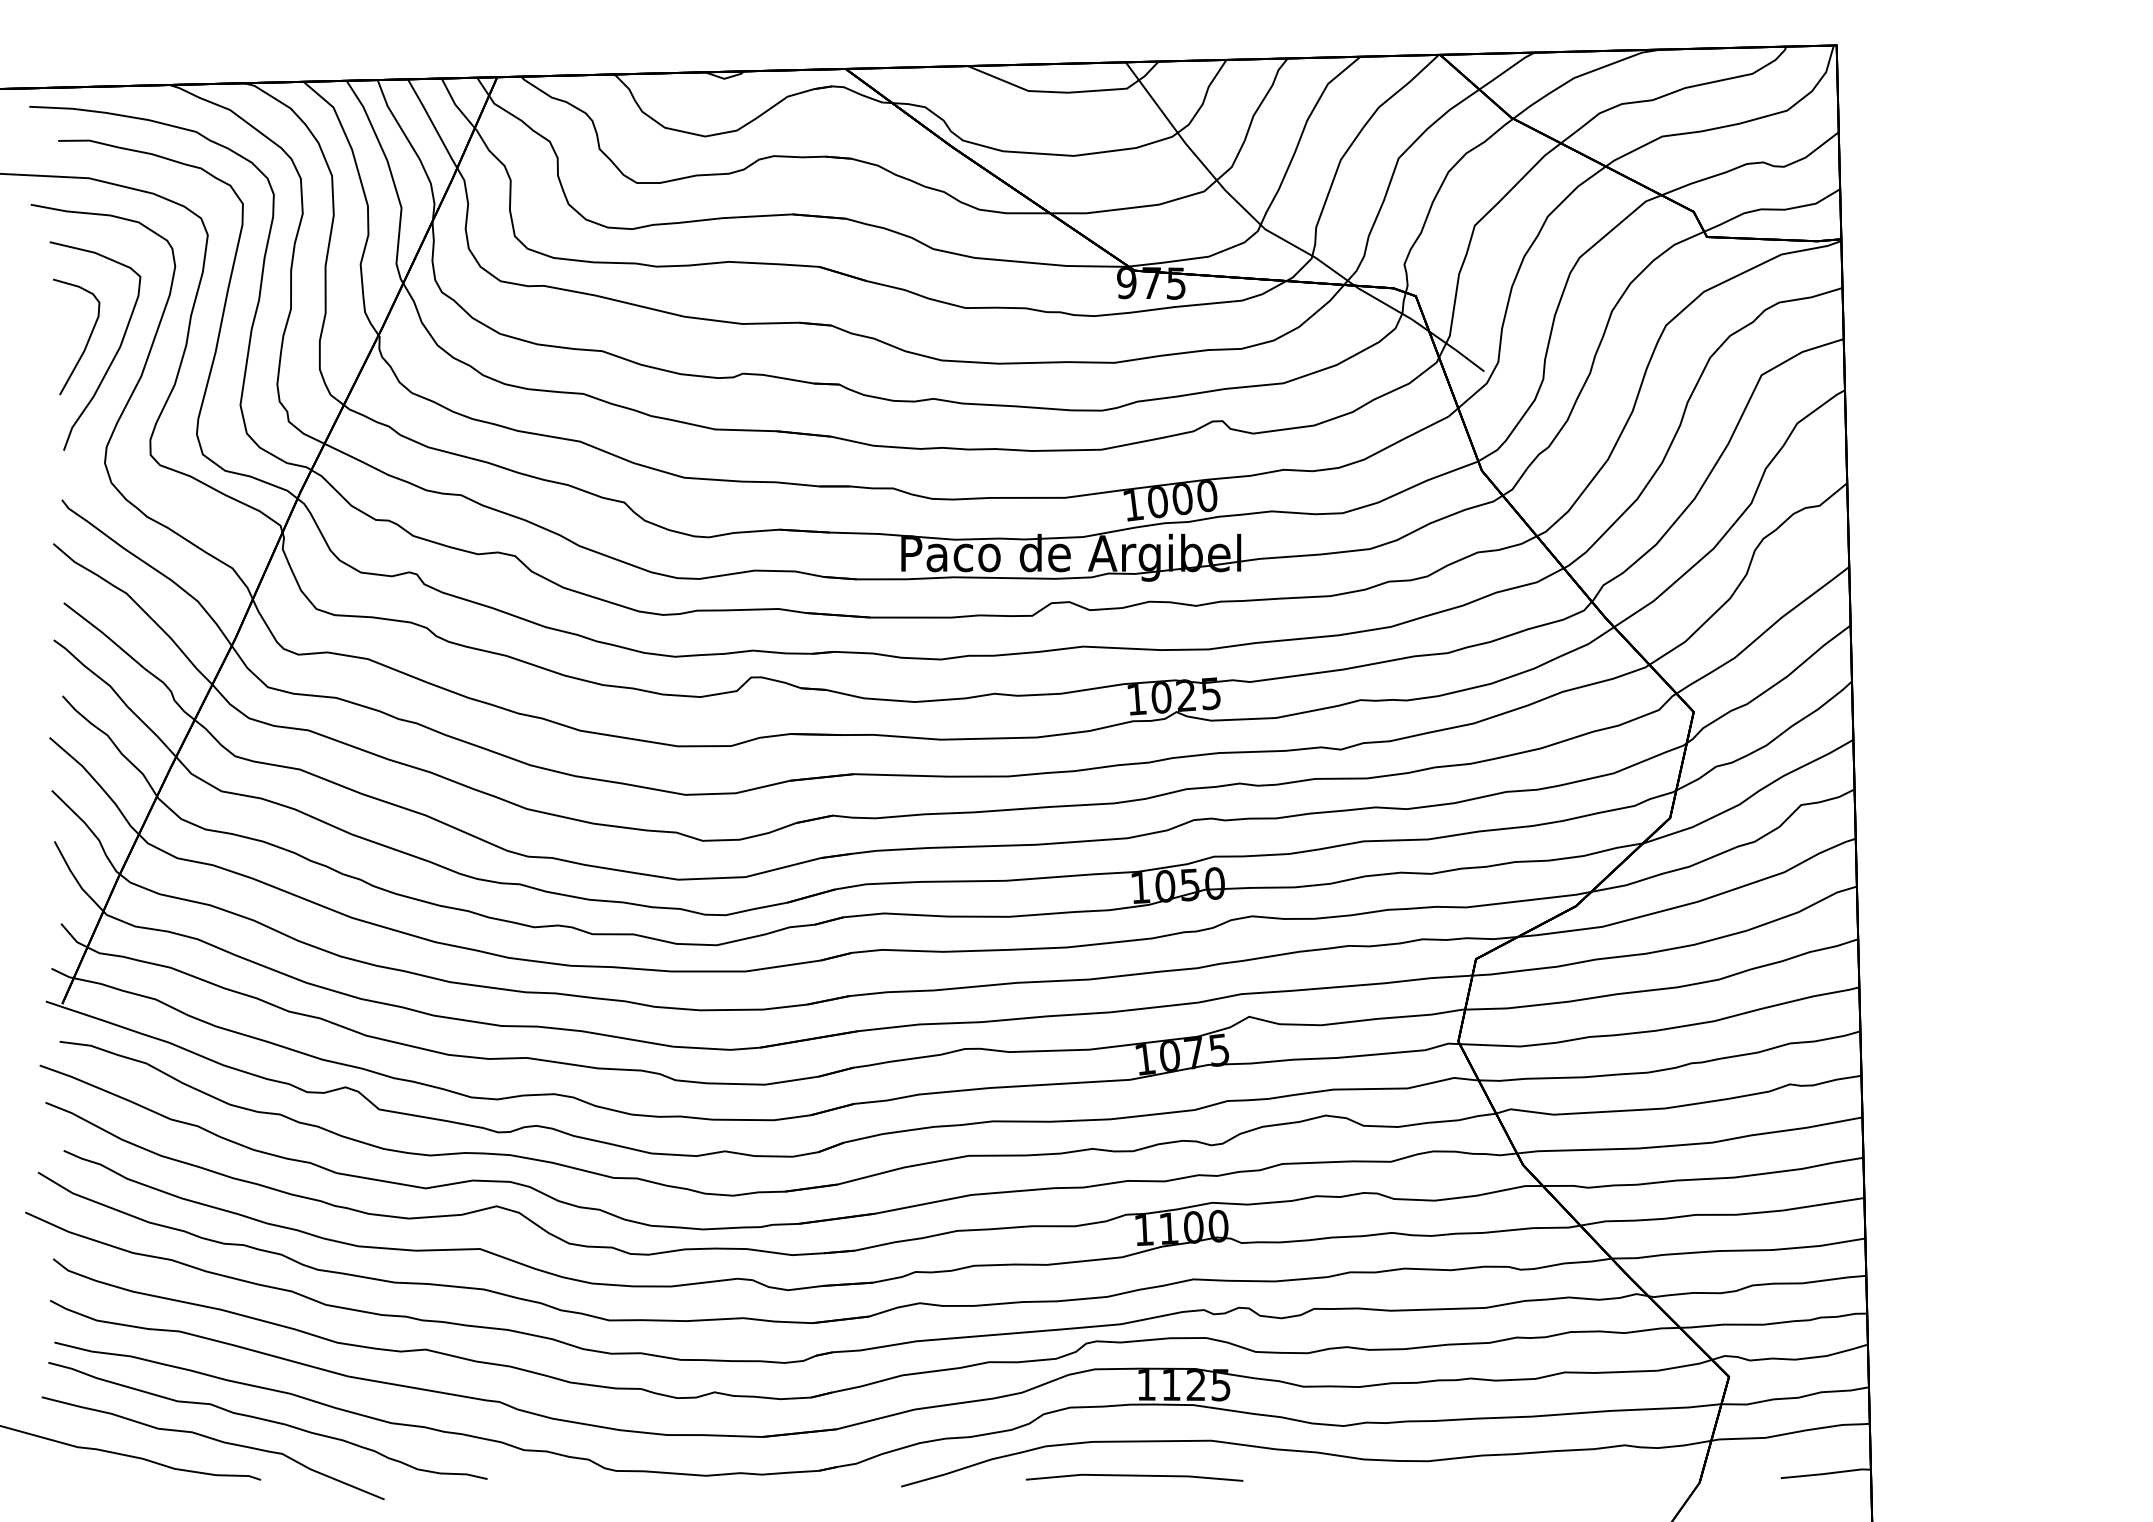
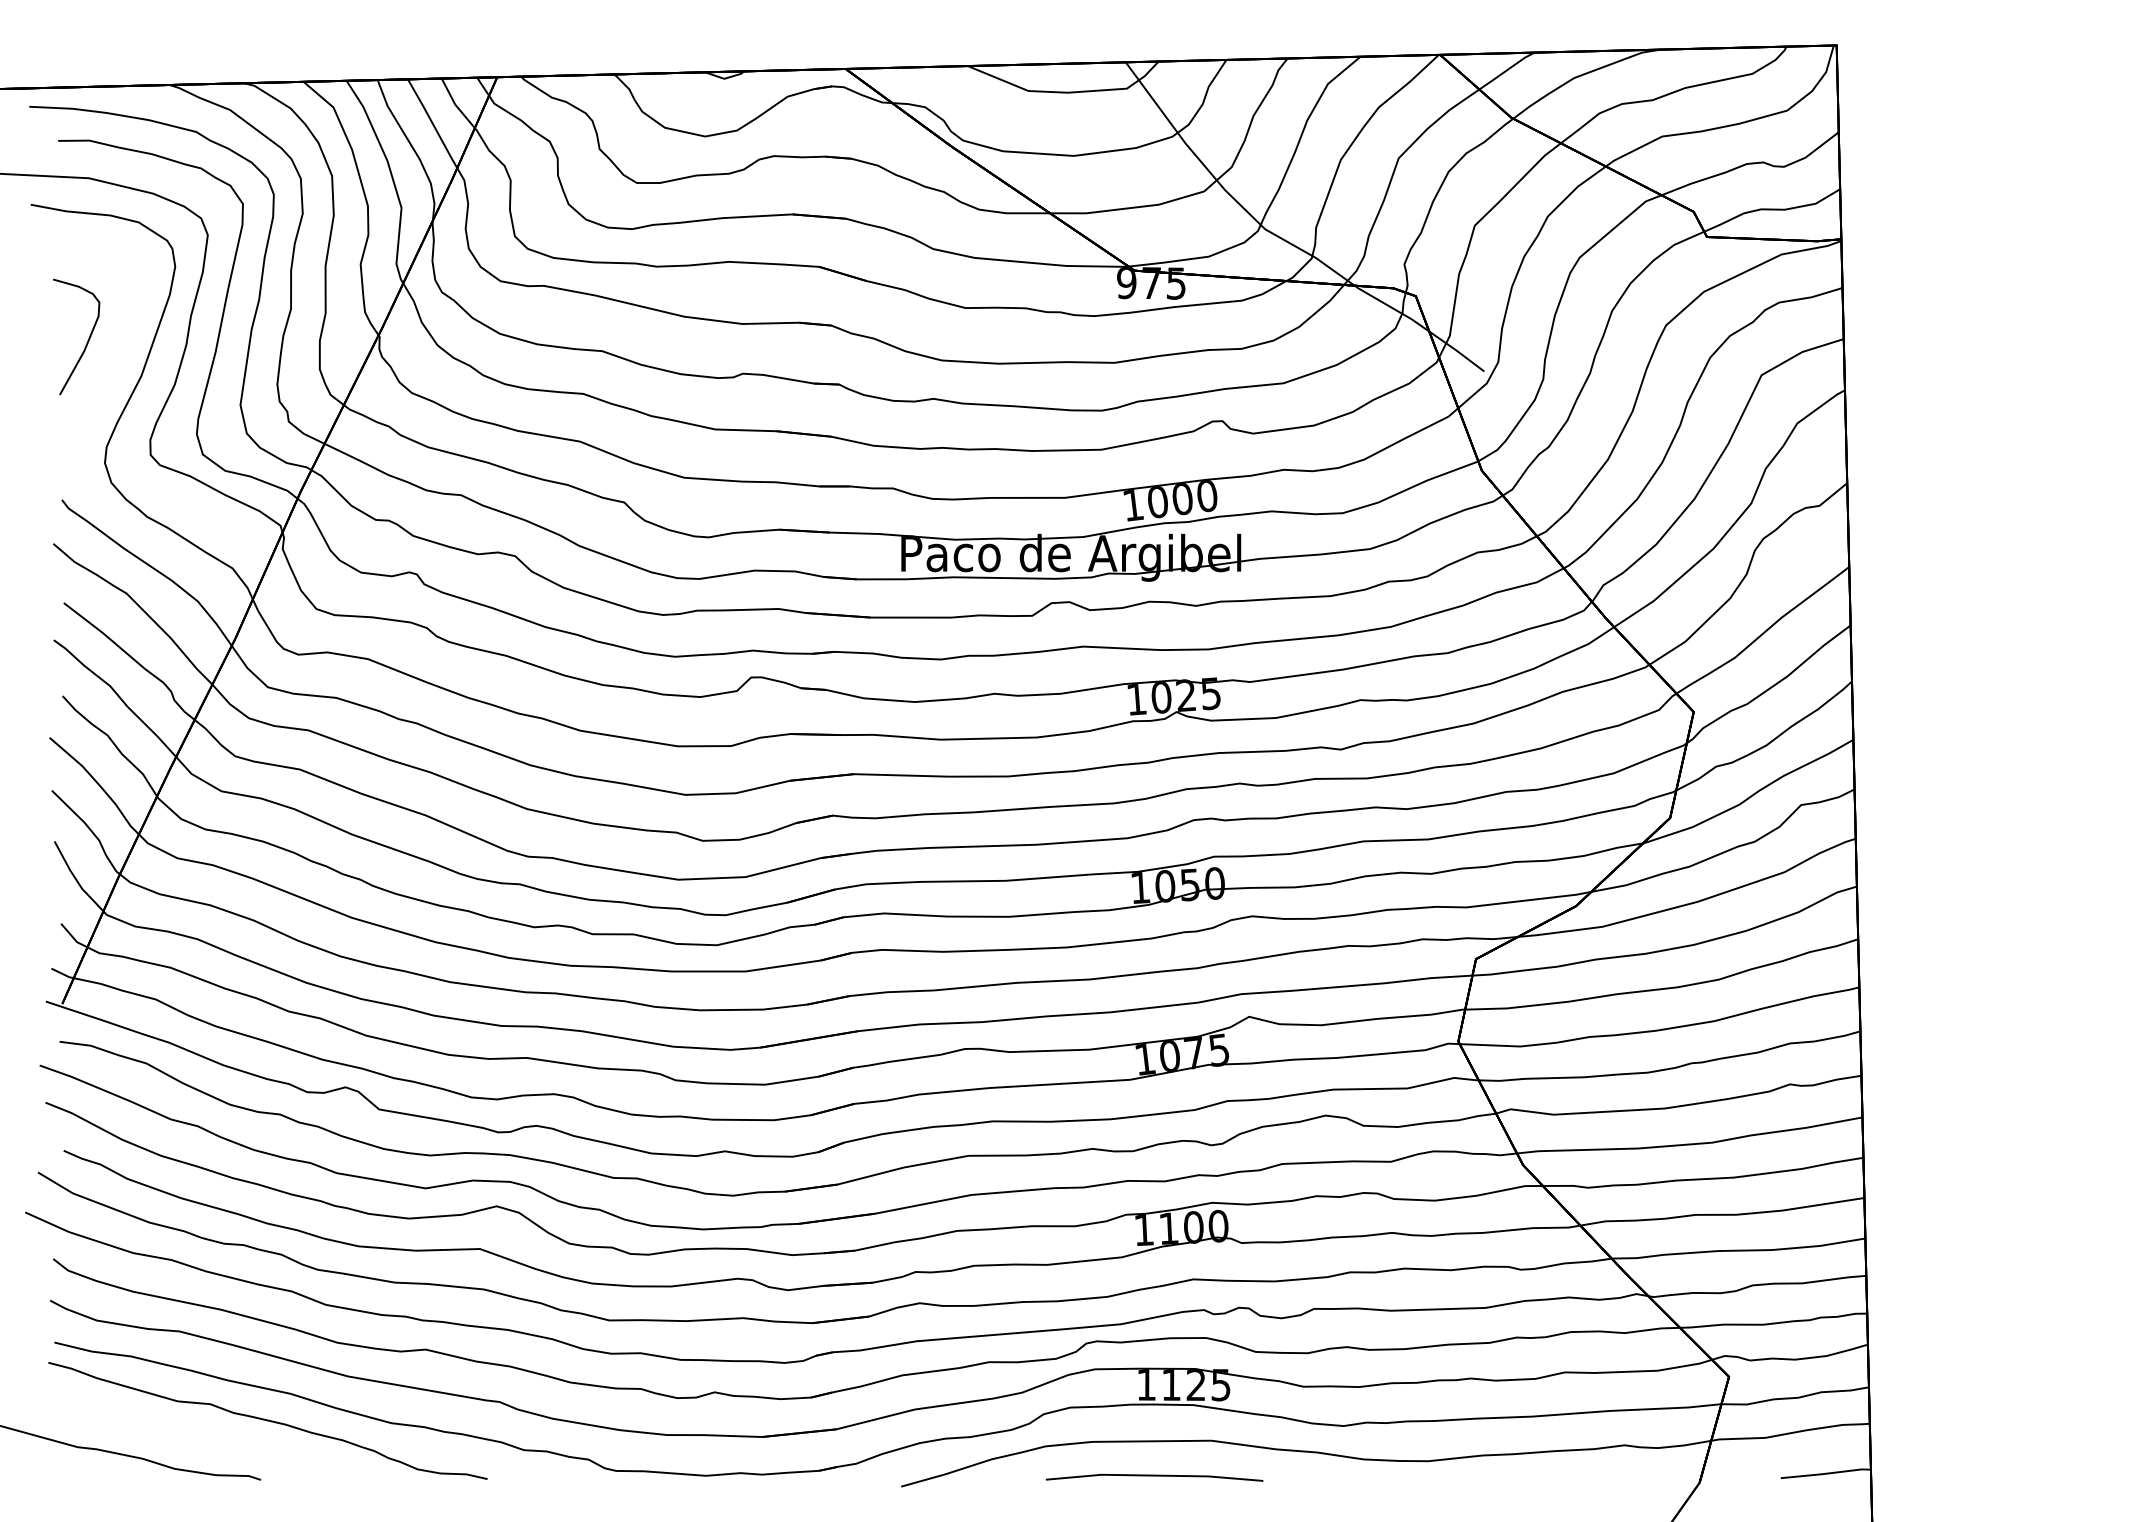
curve at (114, 355): present -> none
curve at (214, 1440): present -> none
line at (1134, 1476) position: (1134, 1476) -> (1154, 1476)
